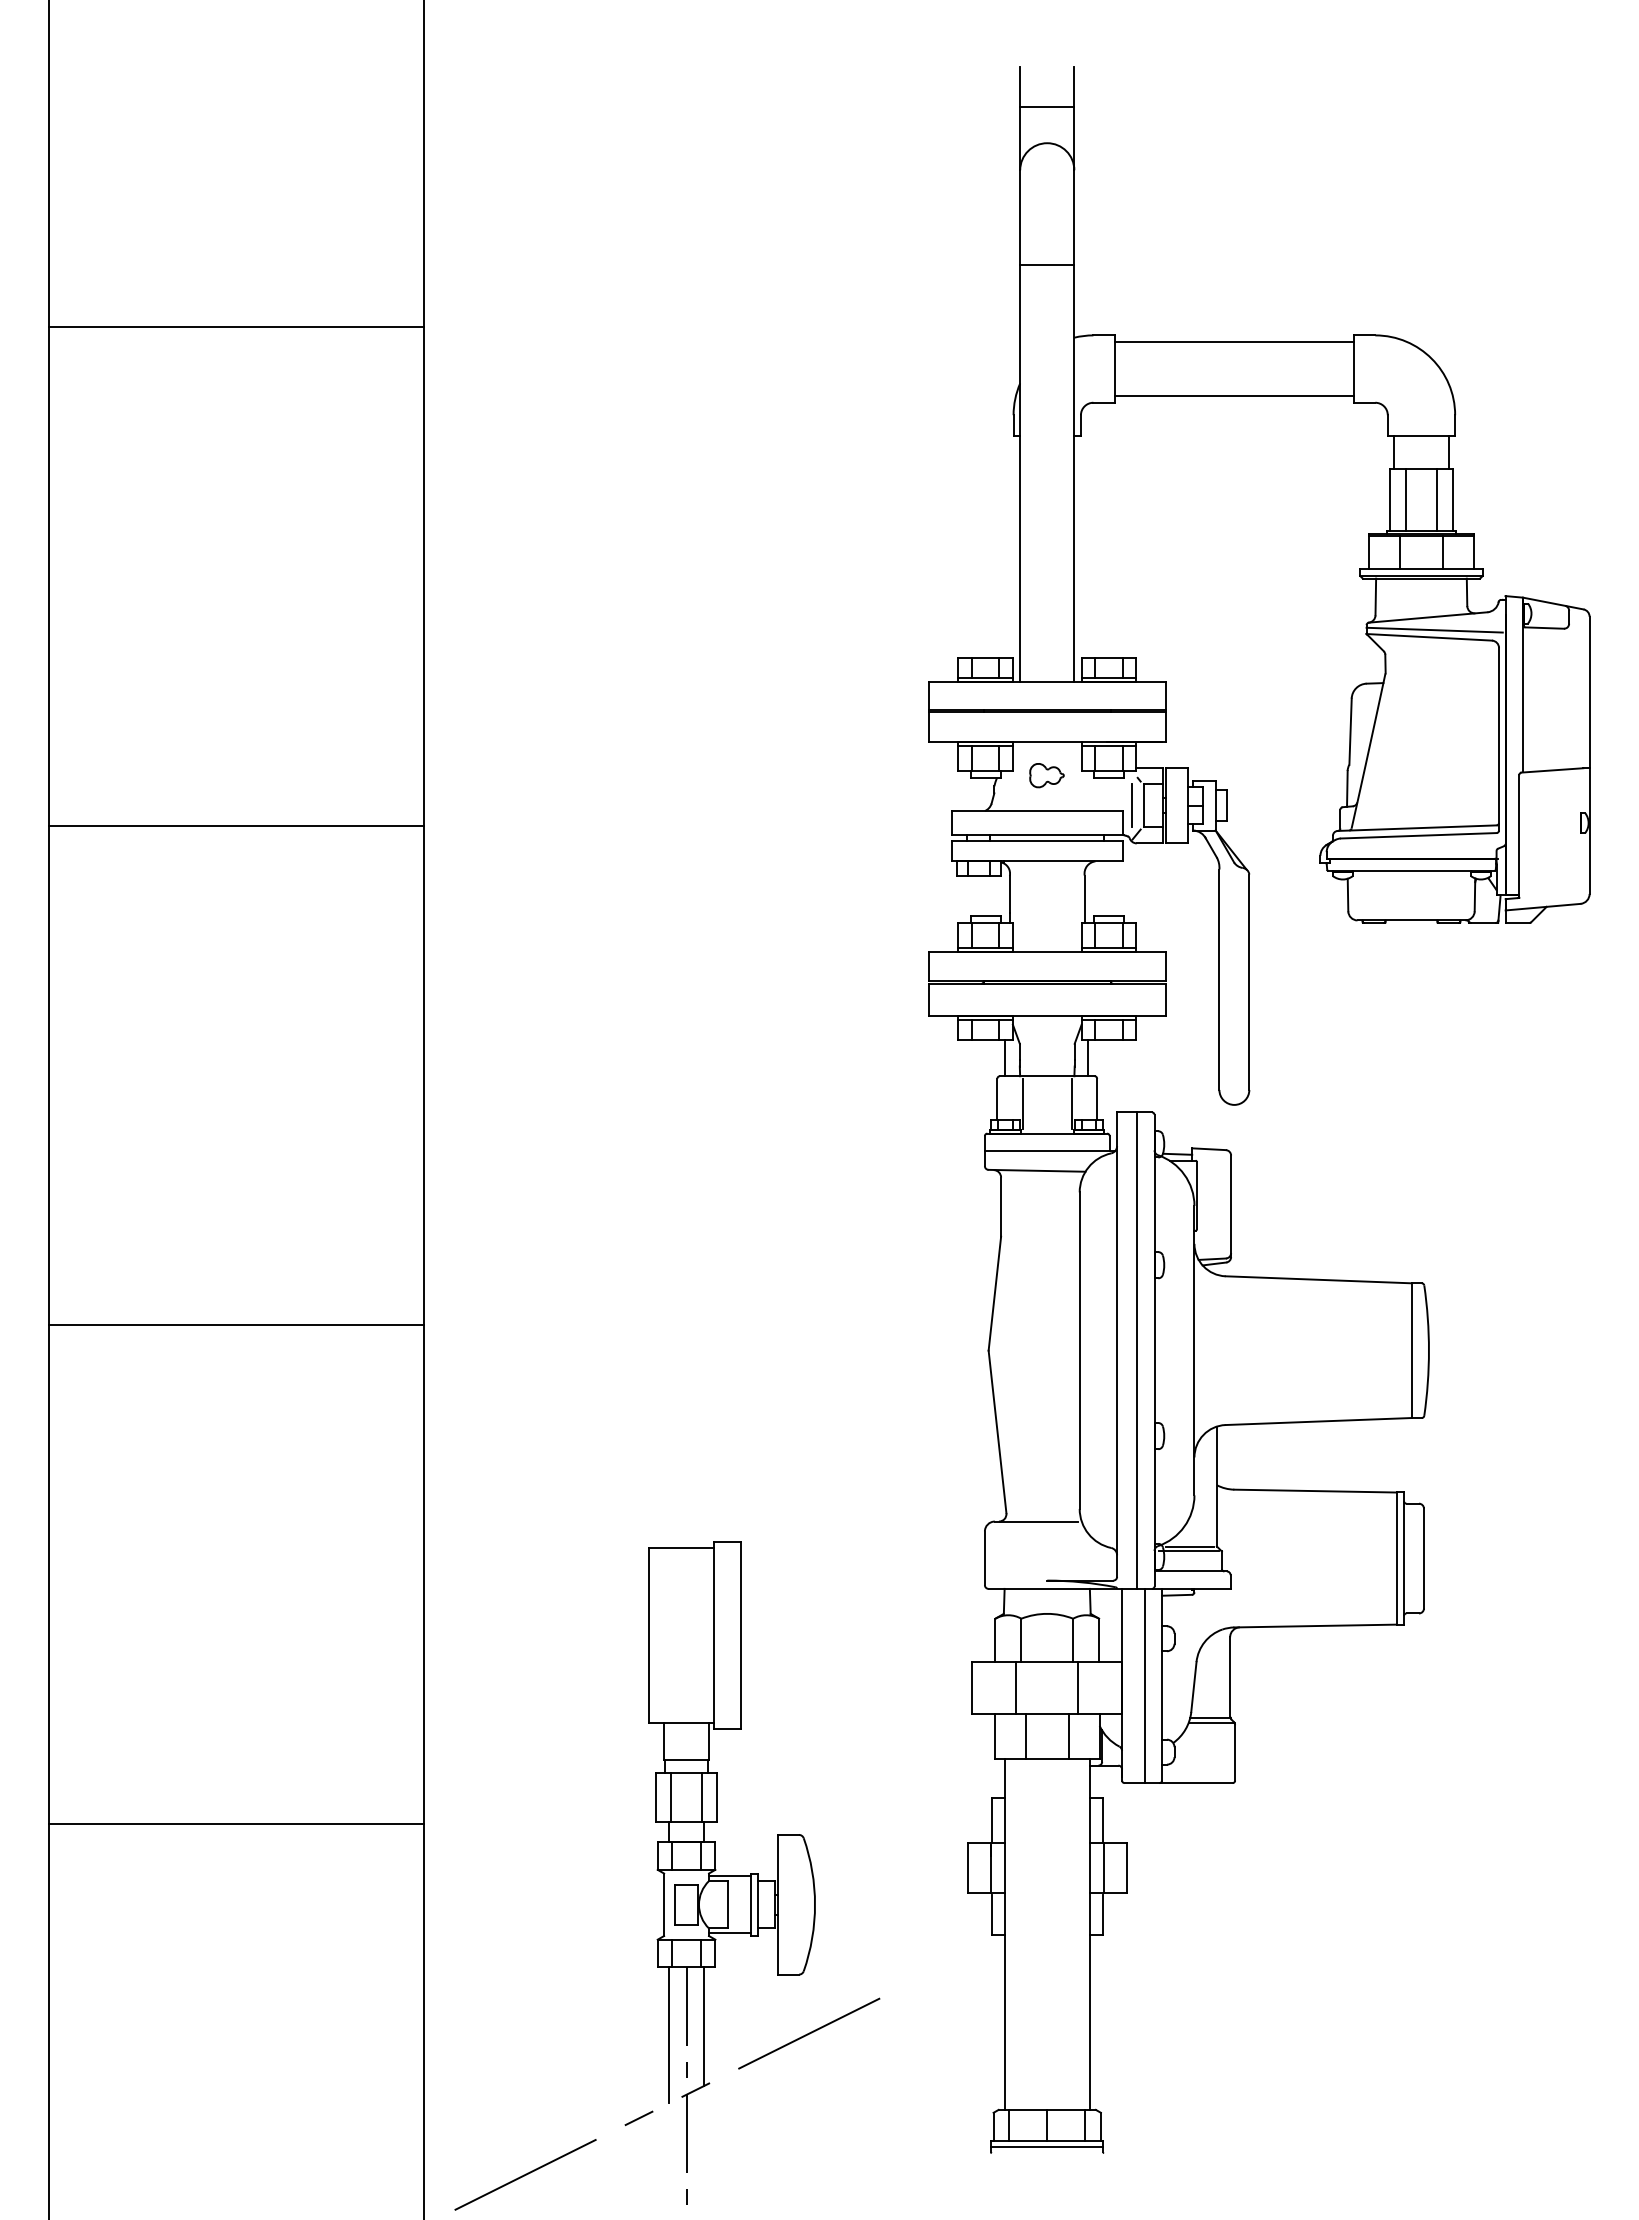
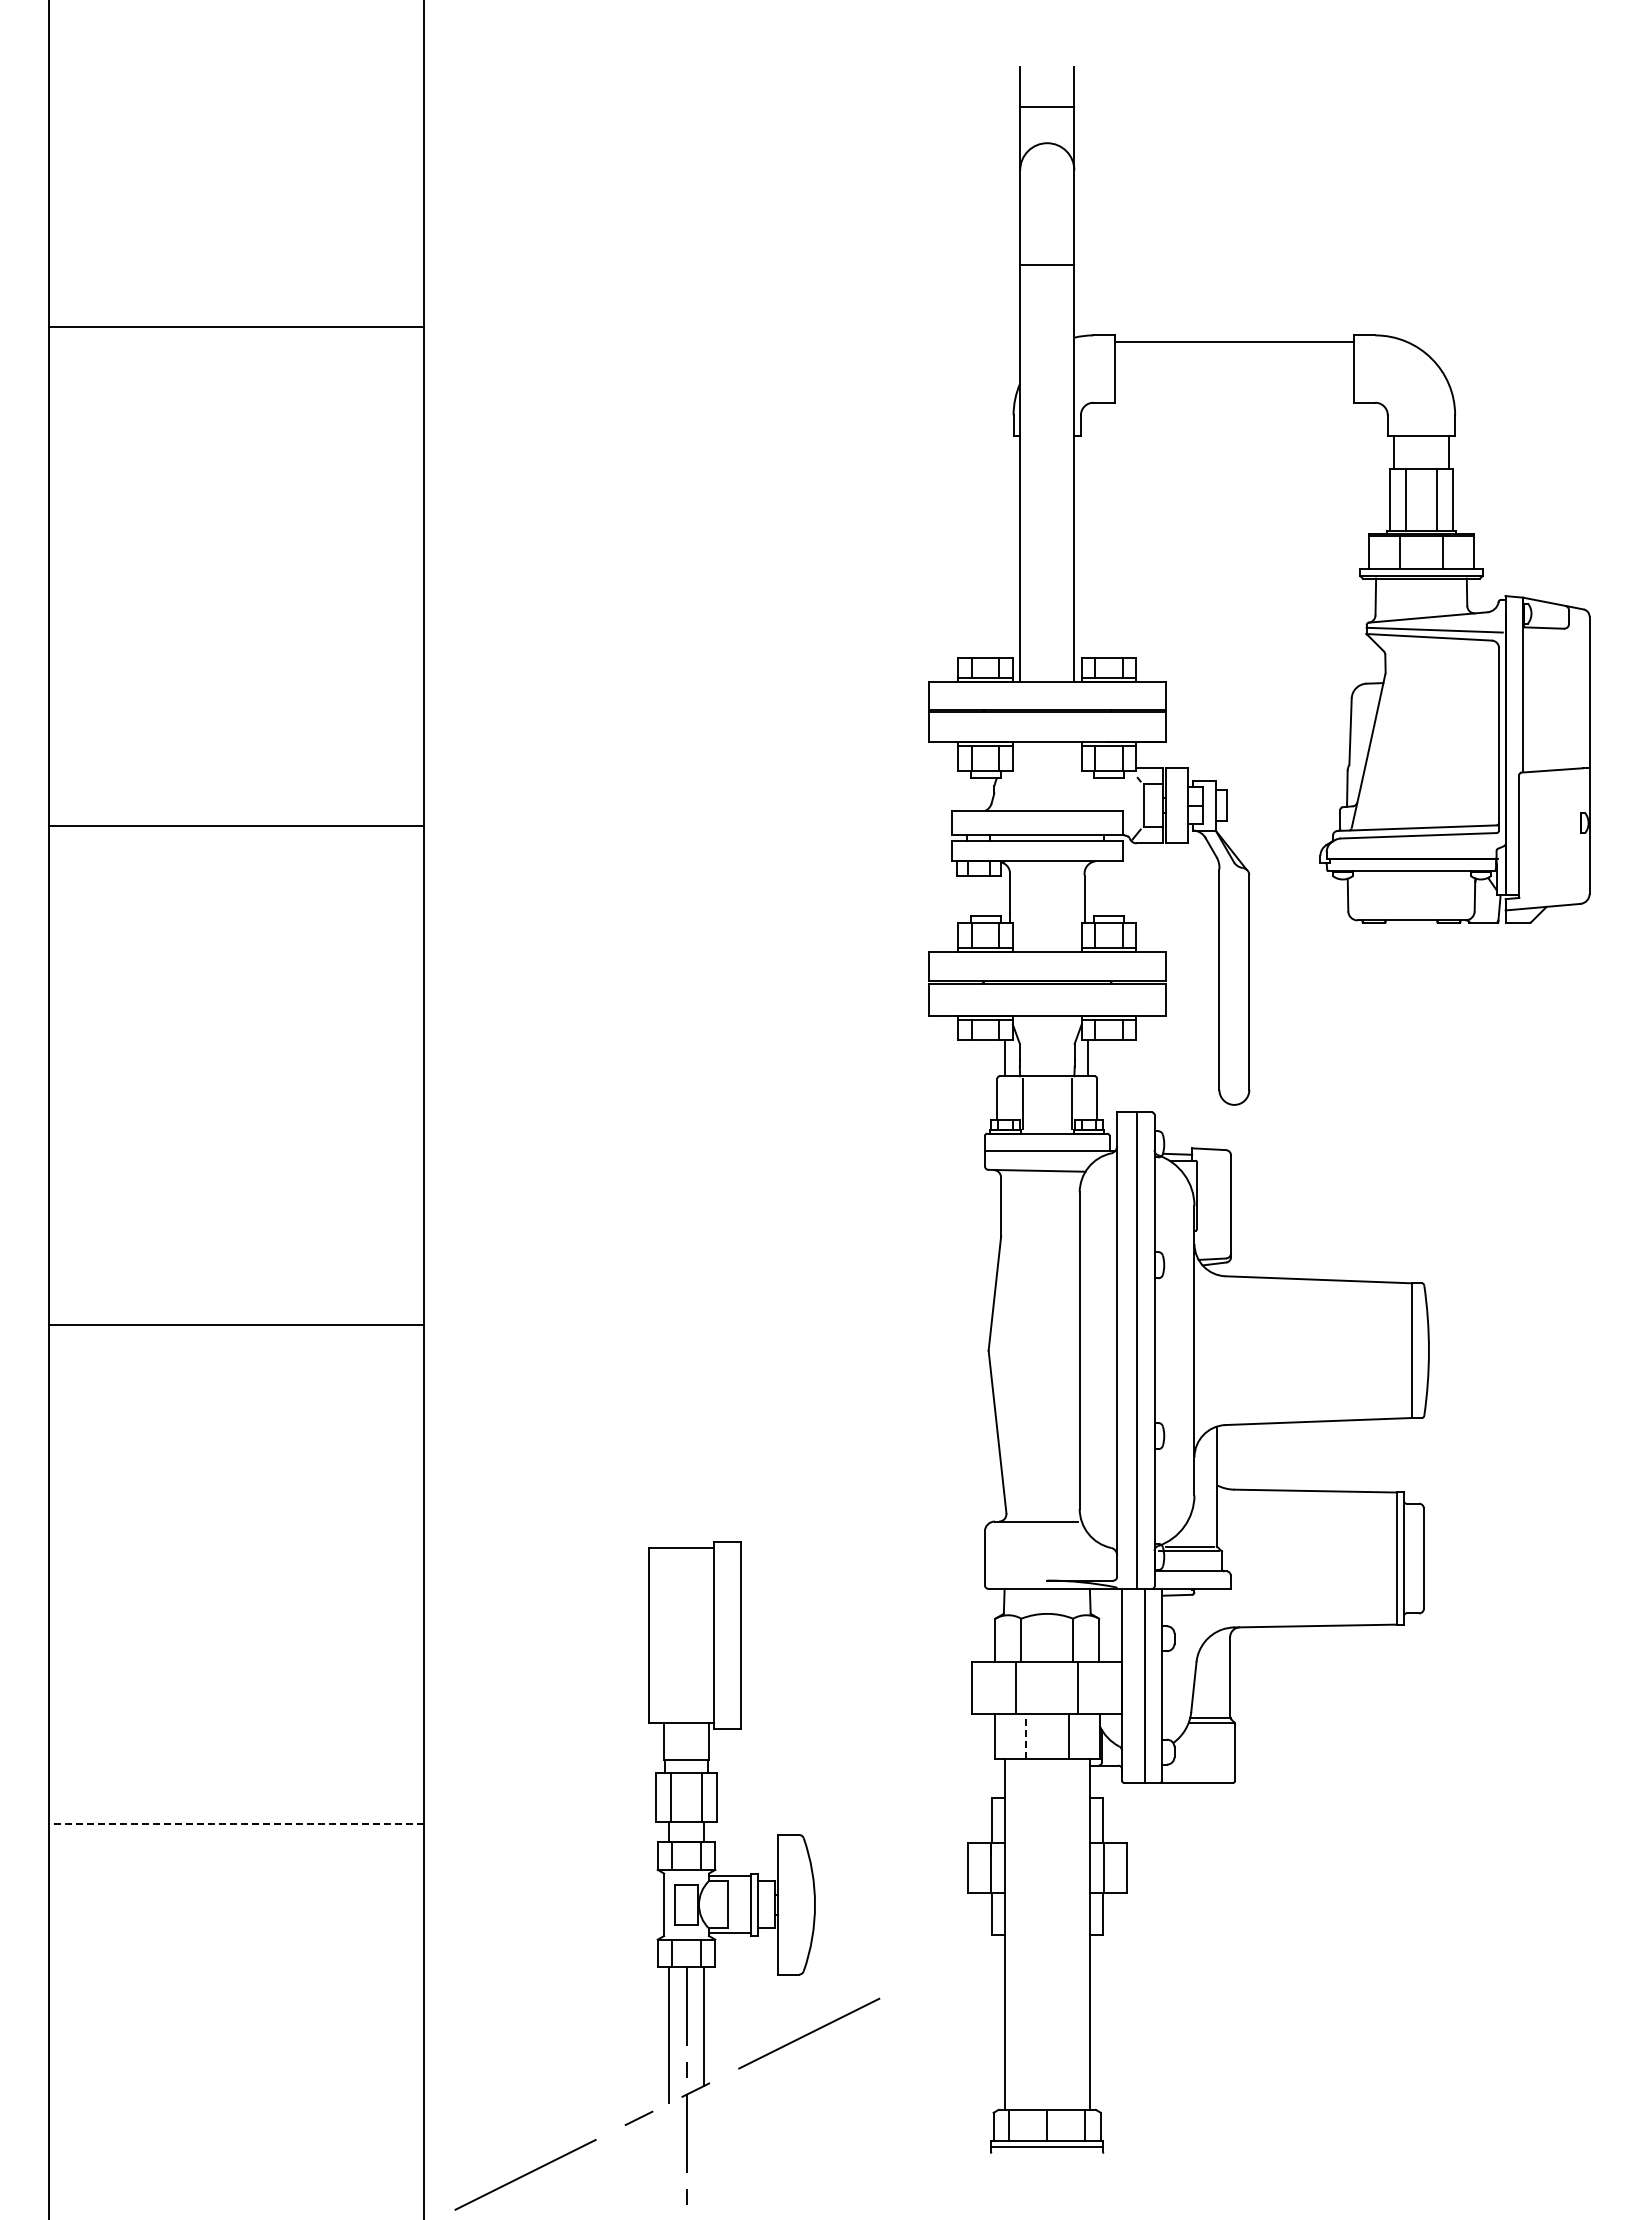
line at (1234, 396): present -> none
part at (1046, 775): present -> none
line at (1132, 805): present -> none
line at (1025, 1736): solid -> dashed
line at (235, 1824): solid -> dashed
